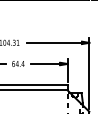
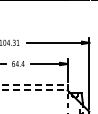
line at (34, 84): solid -> dashed
line at (34, 90): solid -> dashed
